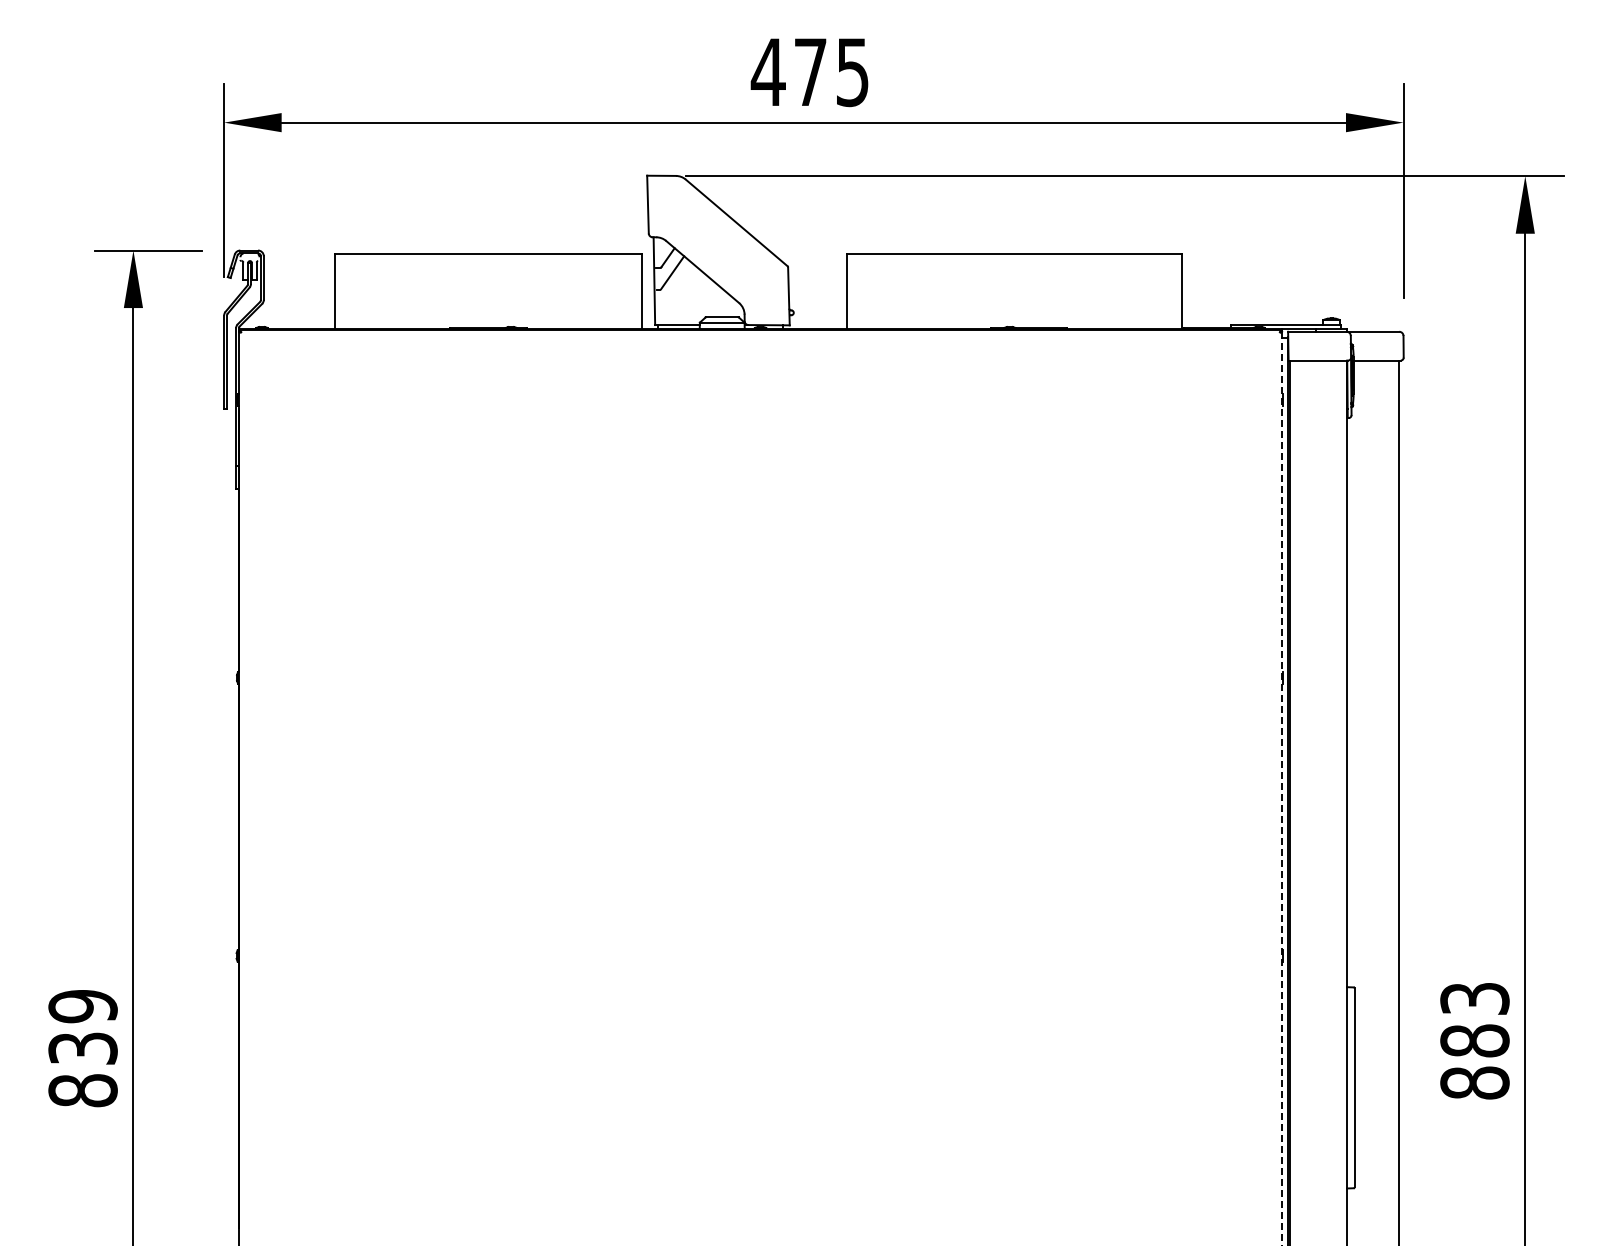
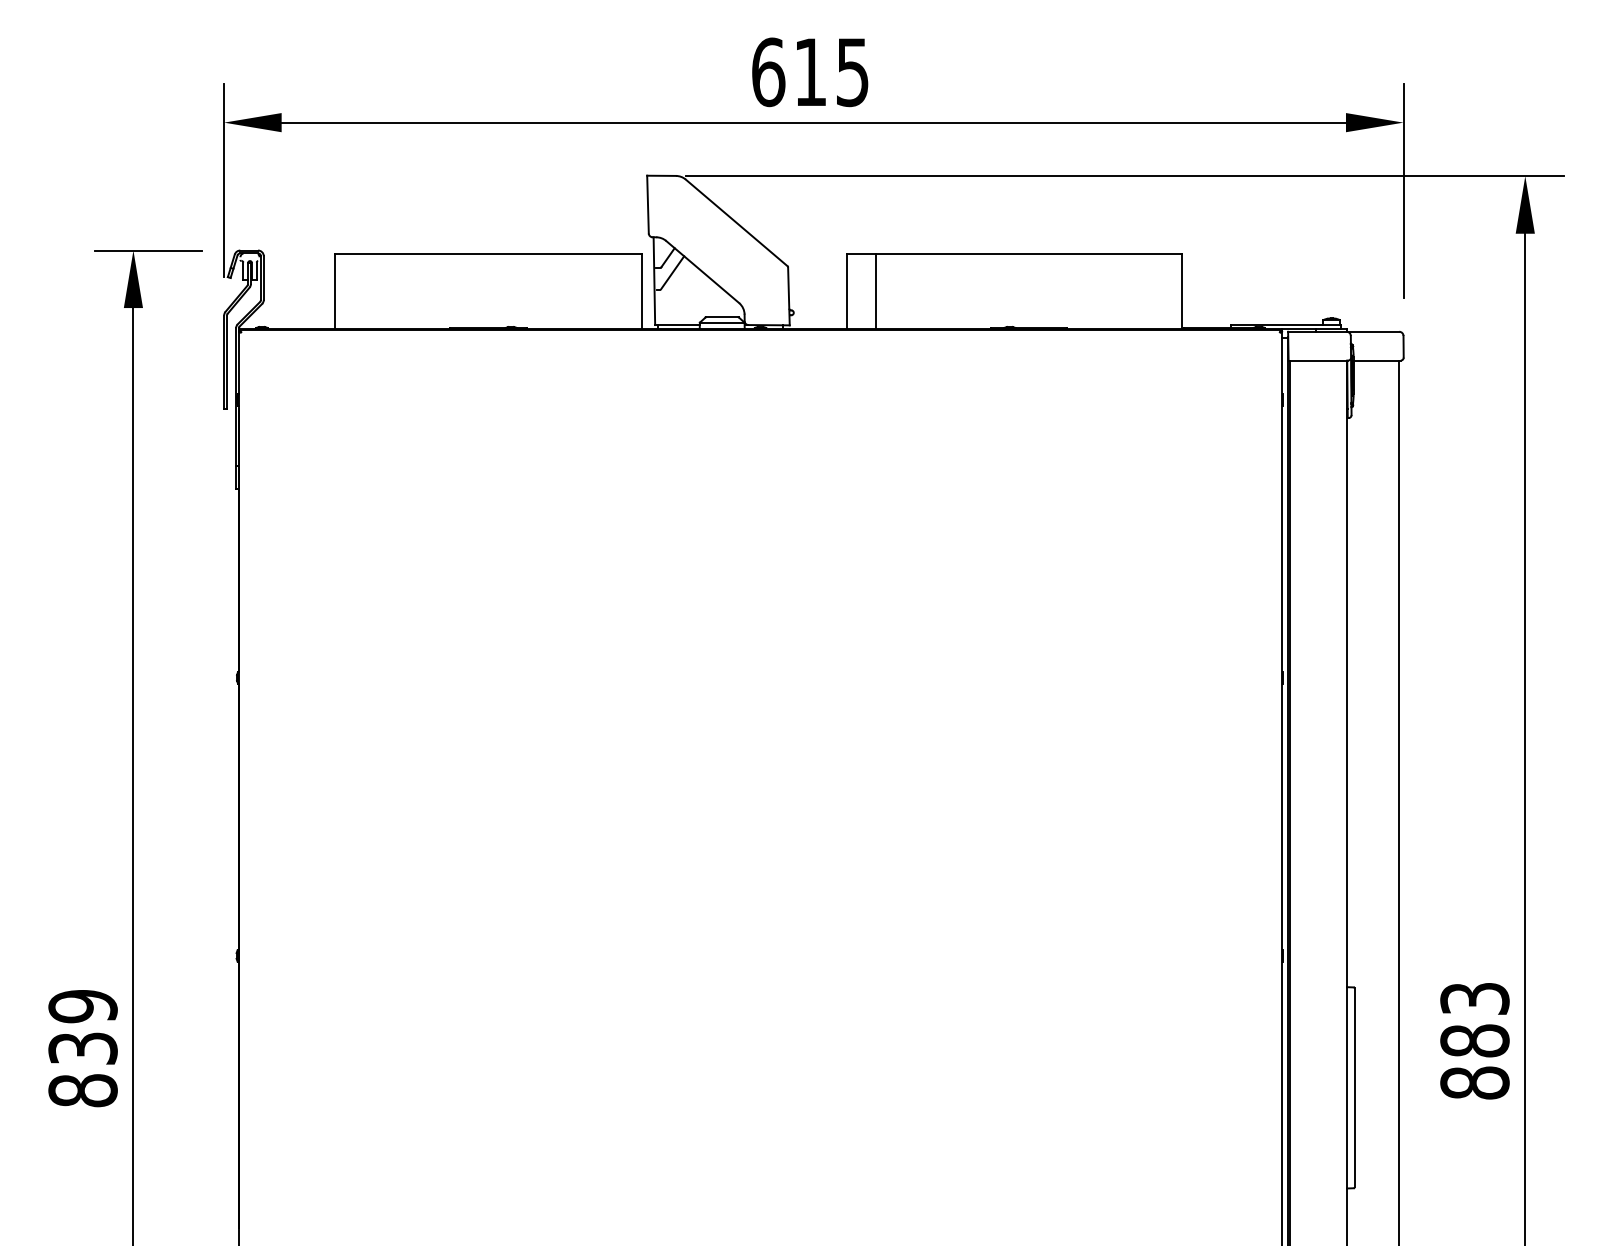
text at (788, 72): 475 -> 615
line at (875, 290): none -> present
line at (1282, 788): dashed -> solid
